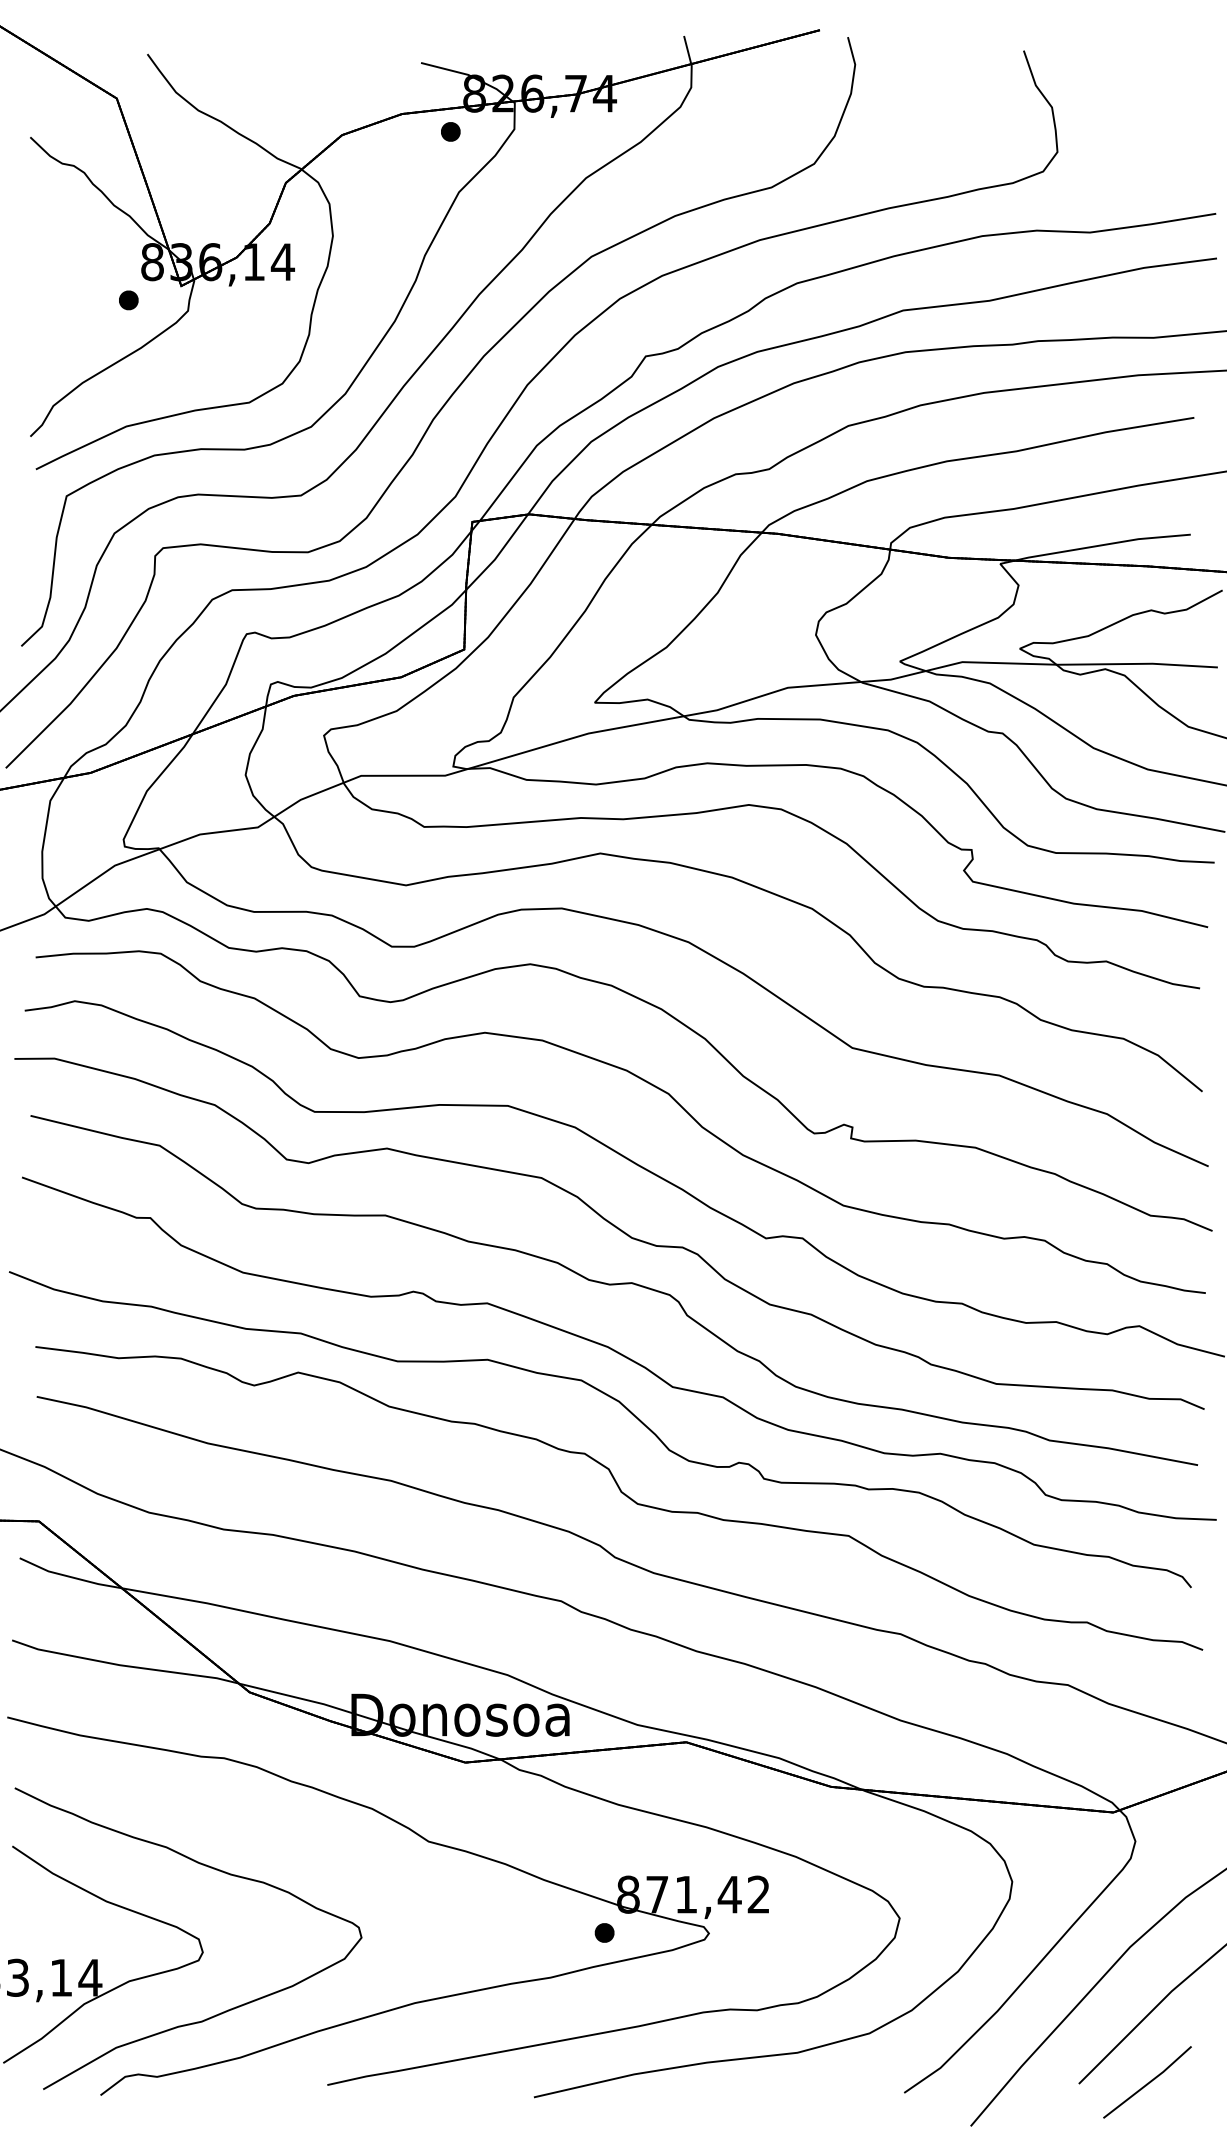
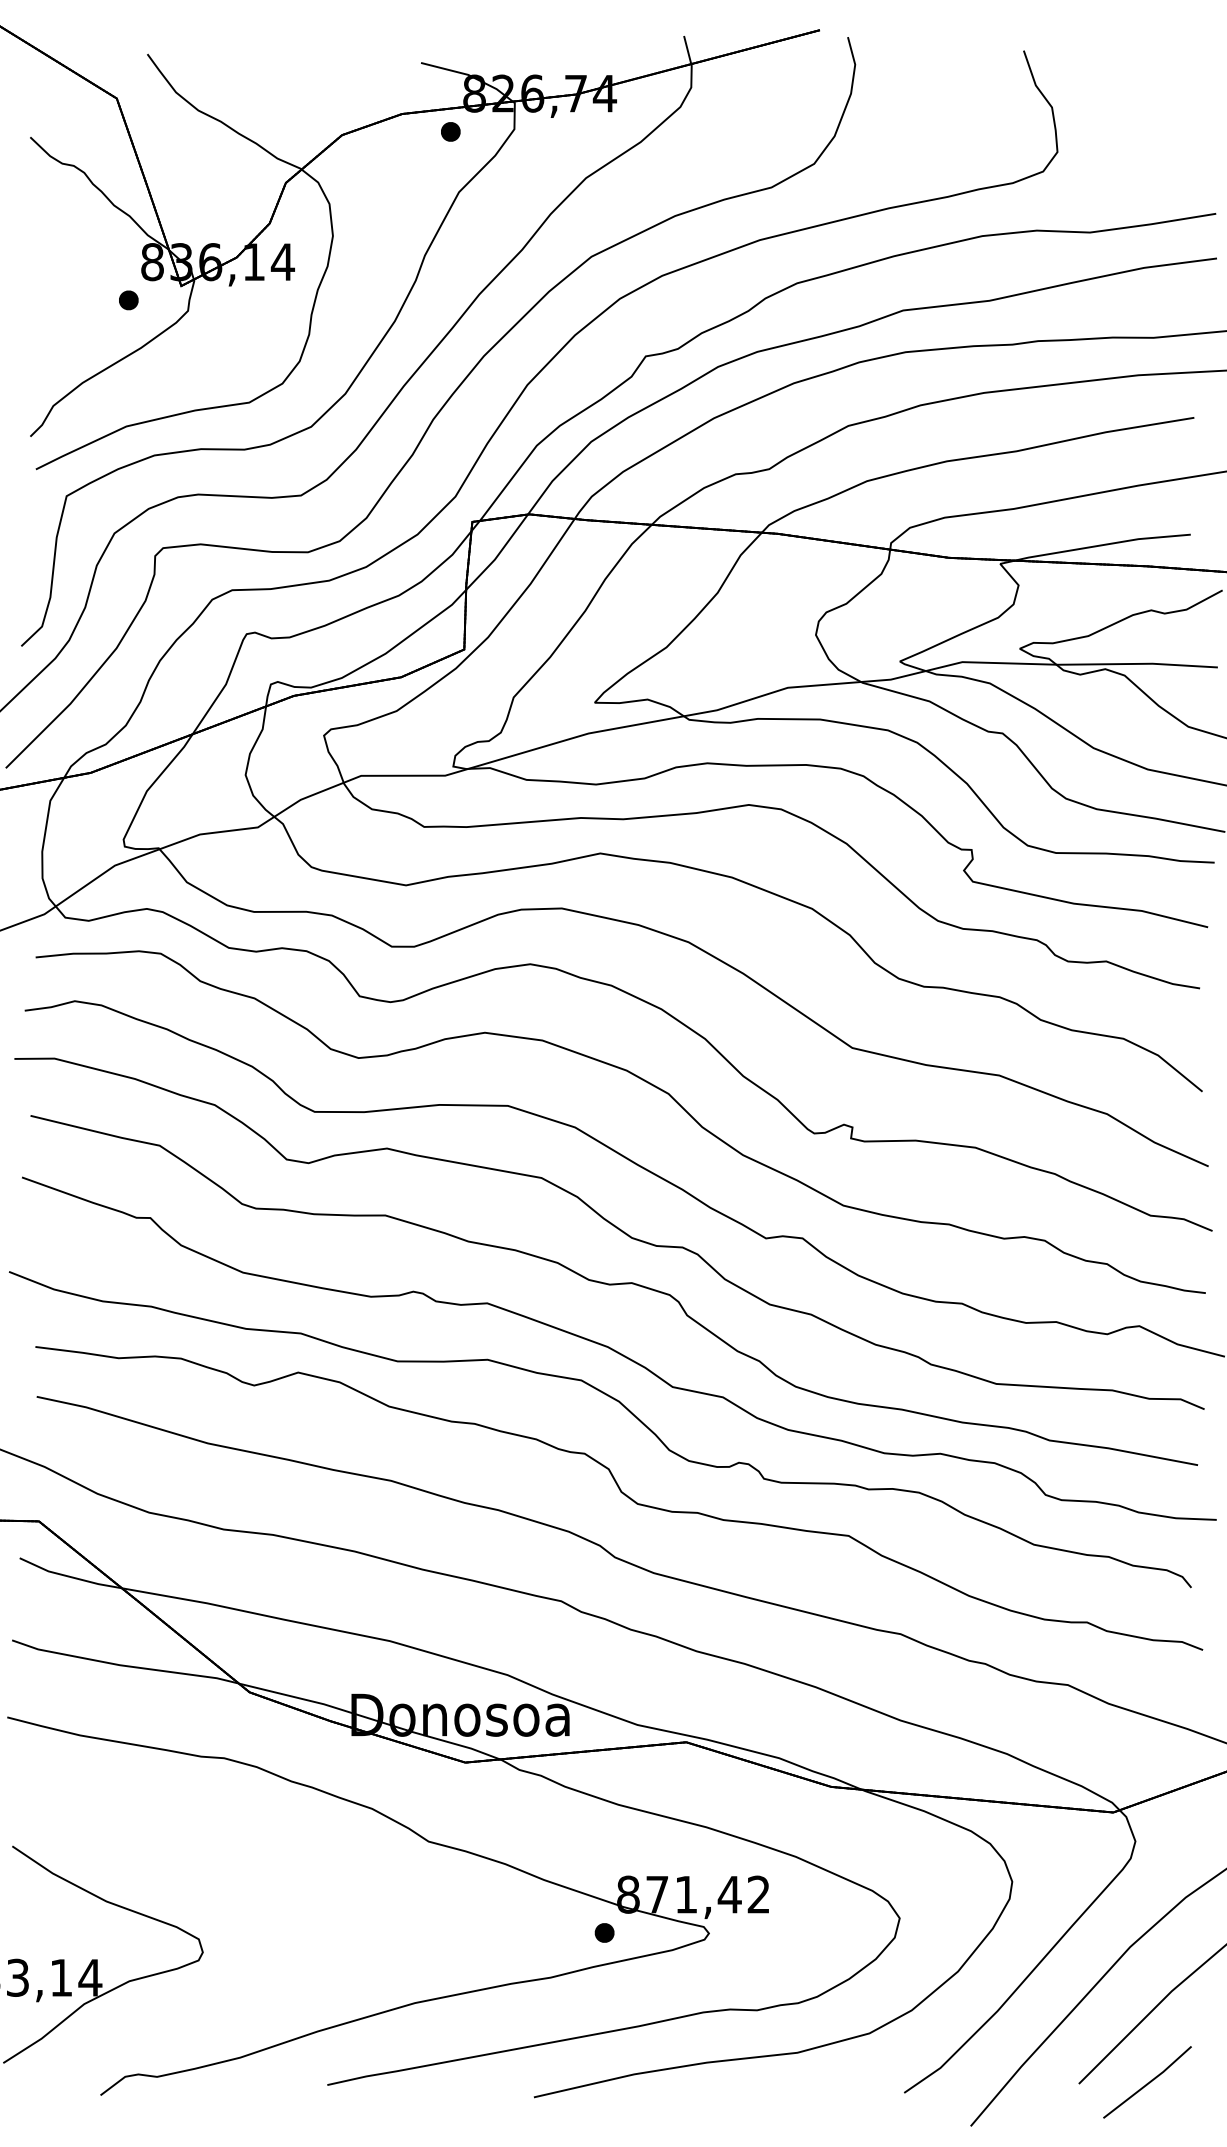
part at (210, 1868): present -> none
